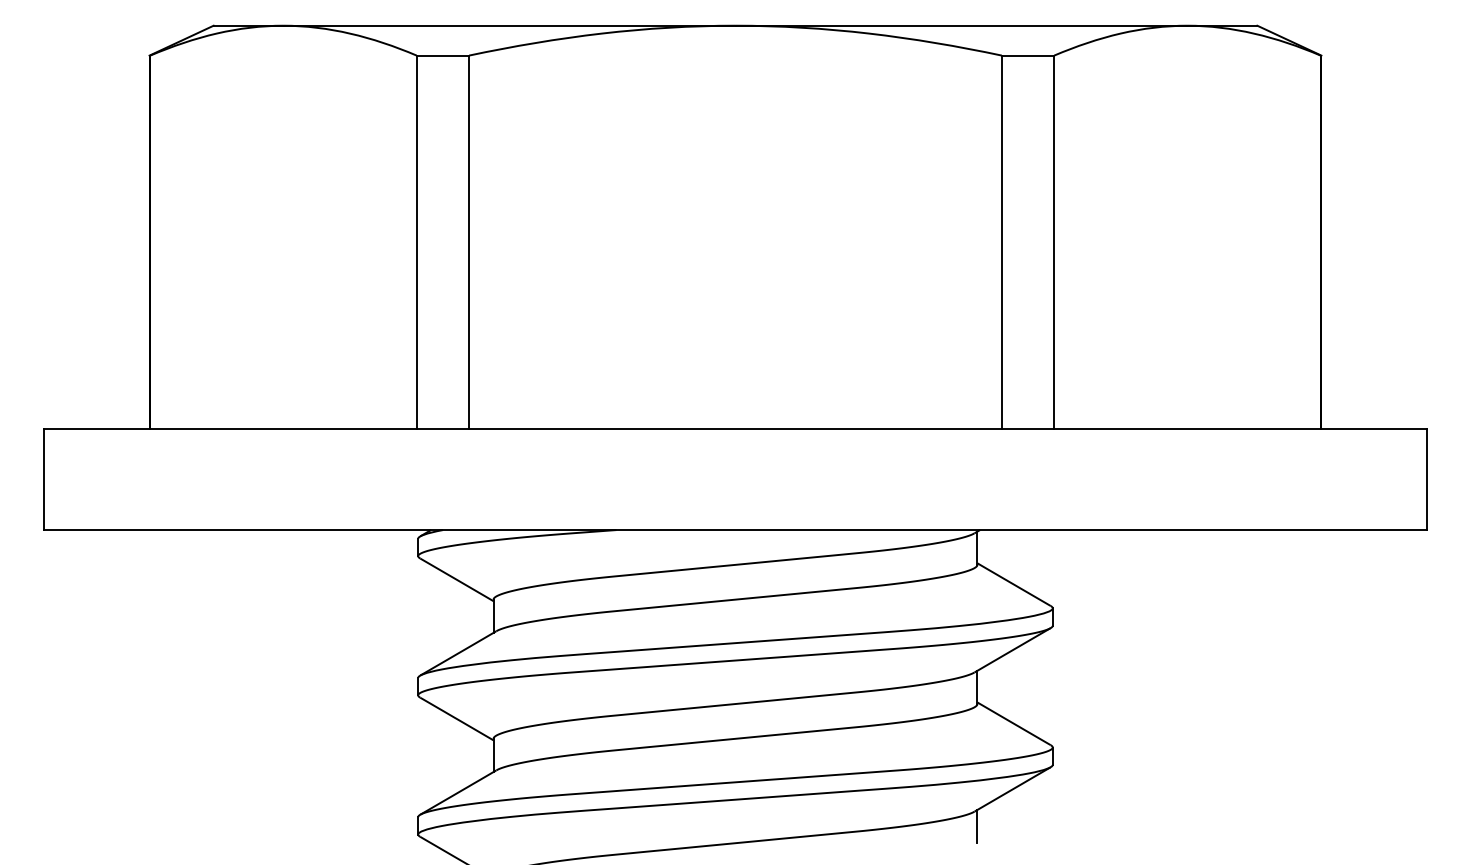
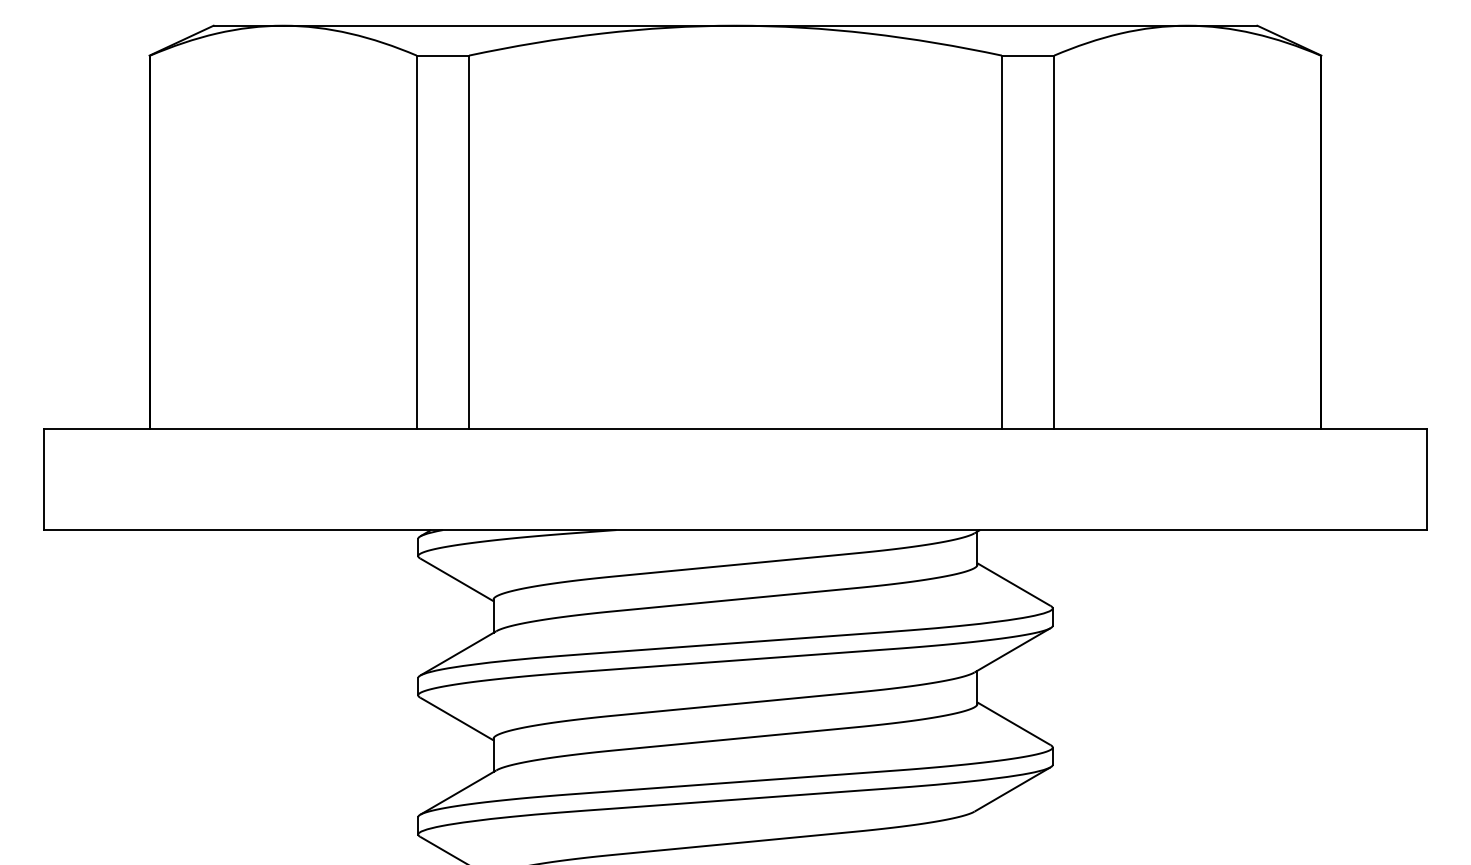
line at (977, 826): present -> none
